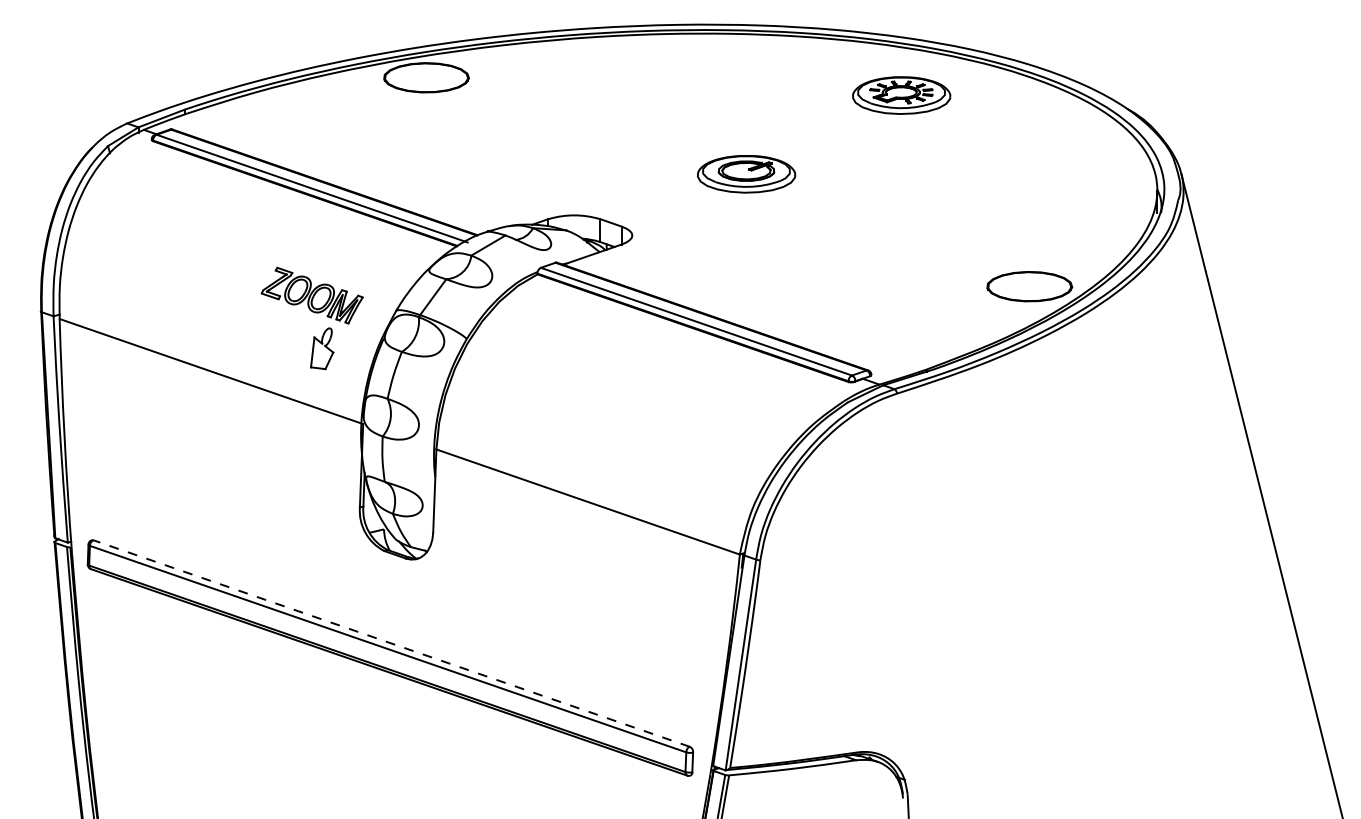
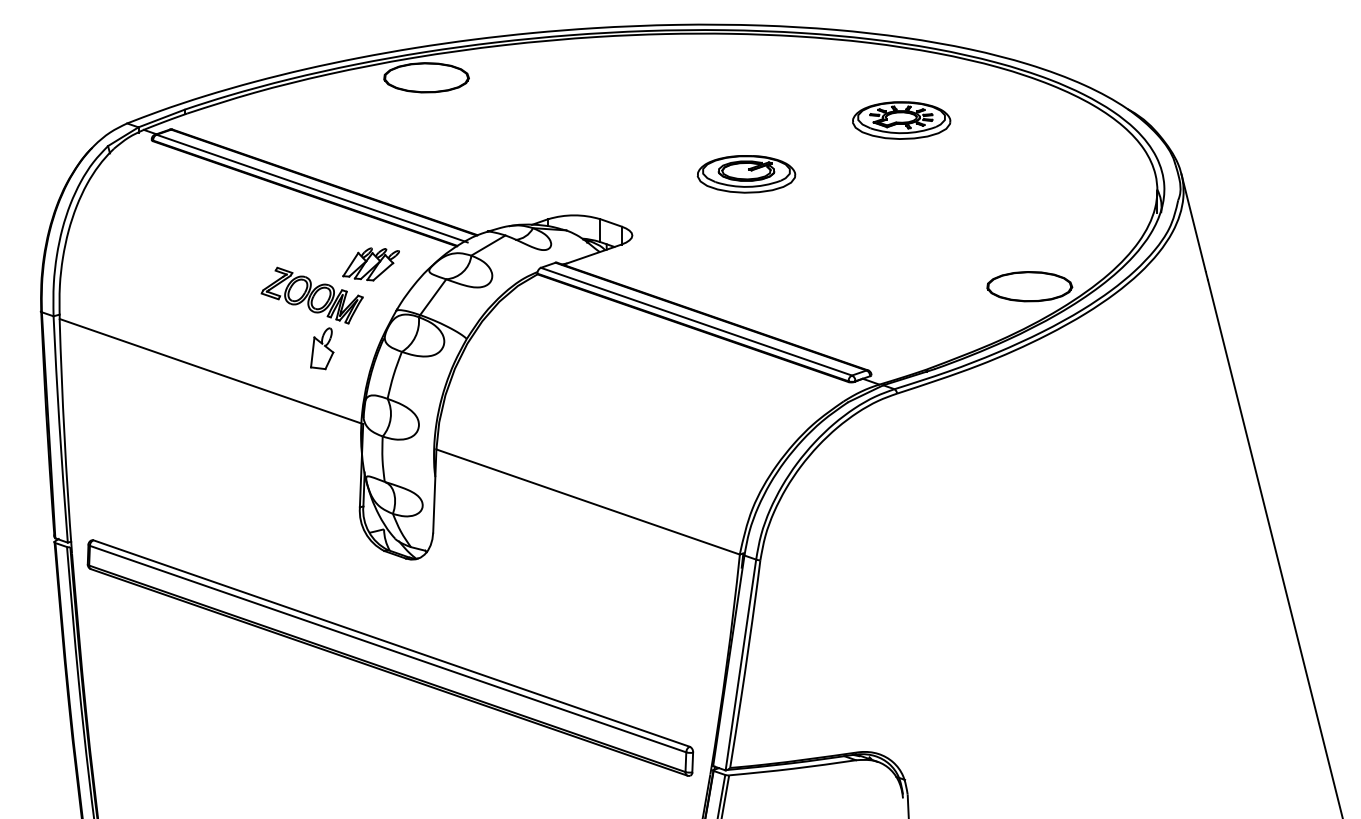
part at (901, 95) position: (901, 95) -> (901, 120)
part at (370, 264): none -> present
line at (391, 643): dashed -> solid
